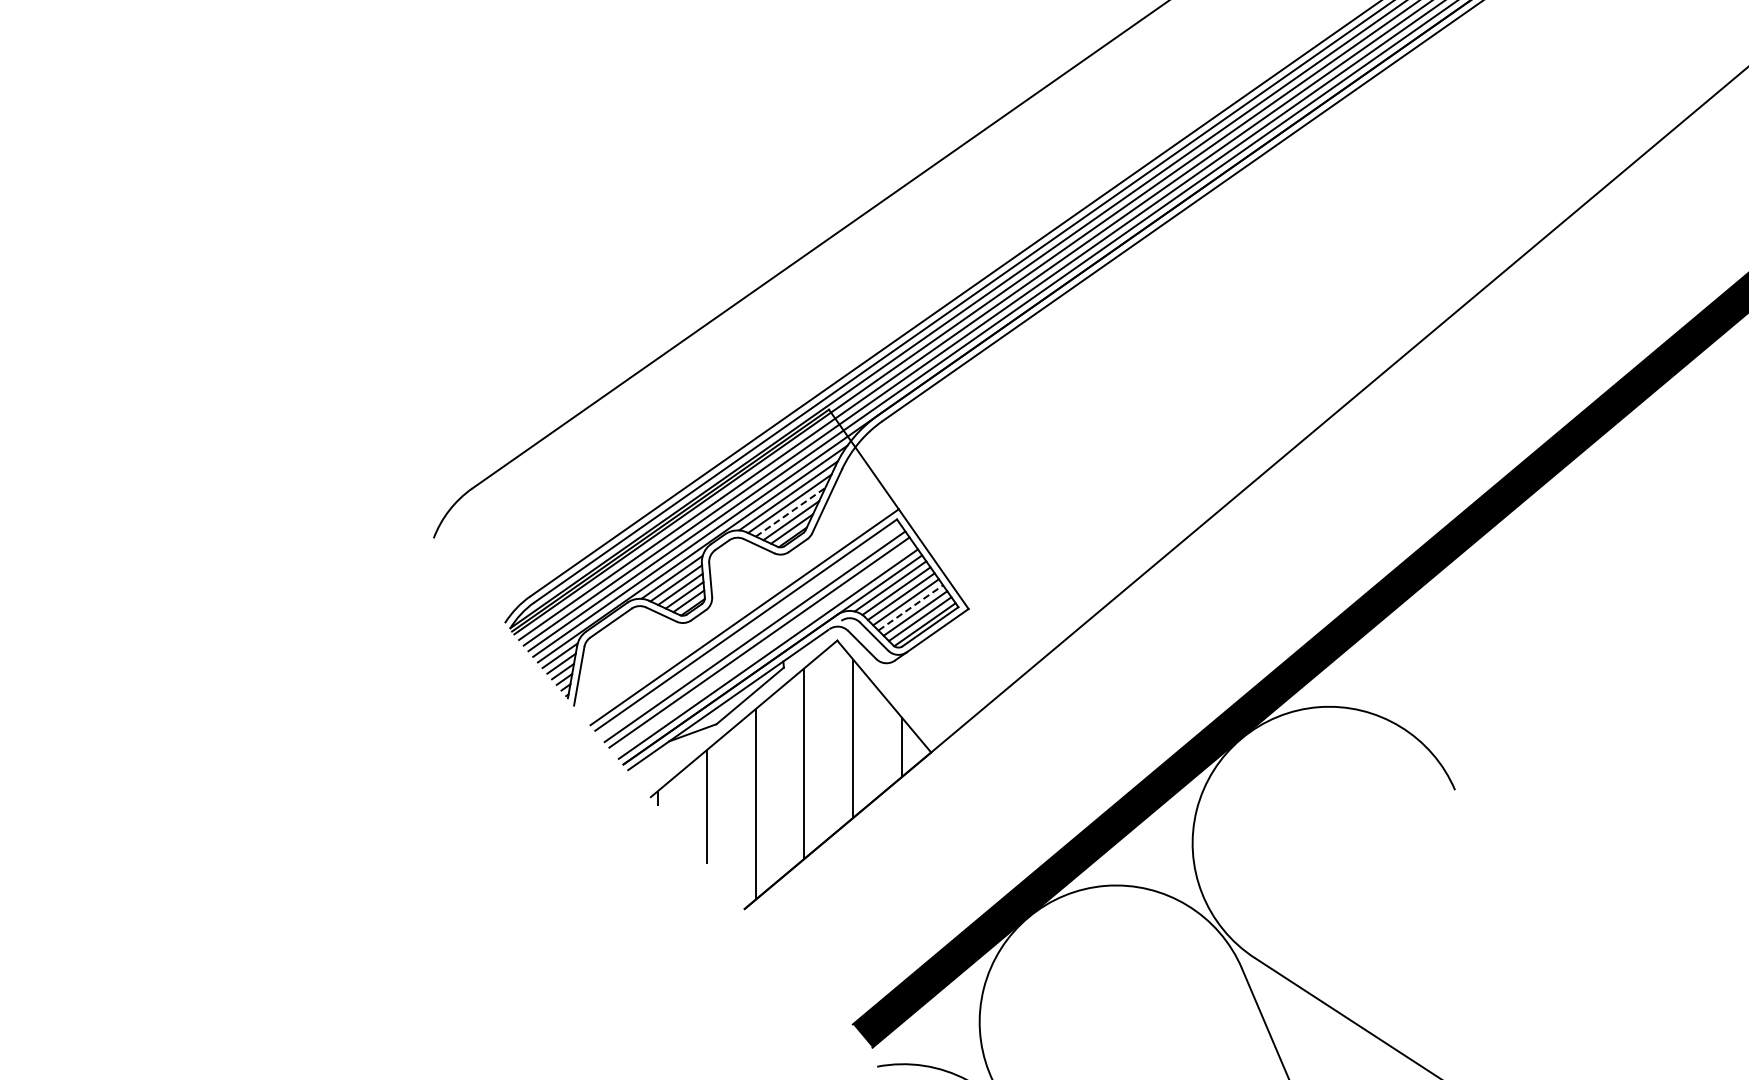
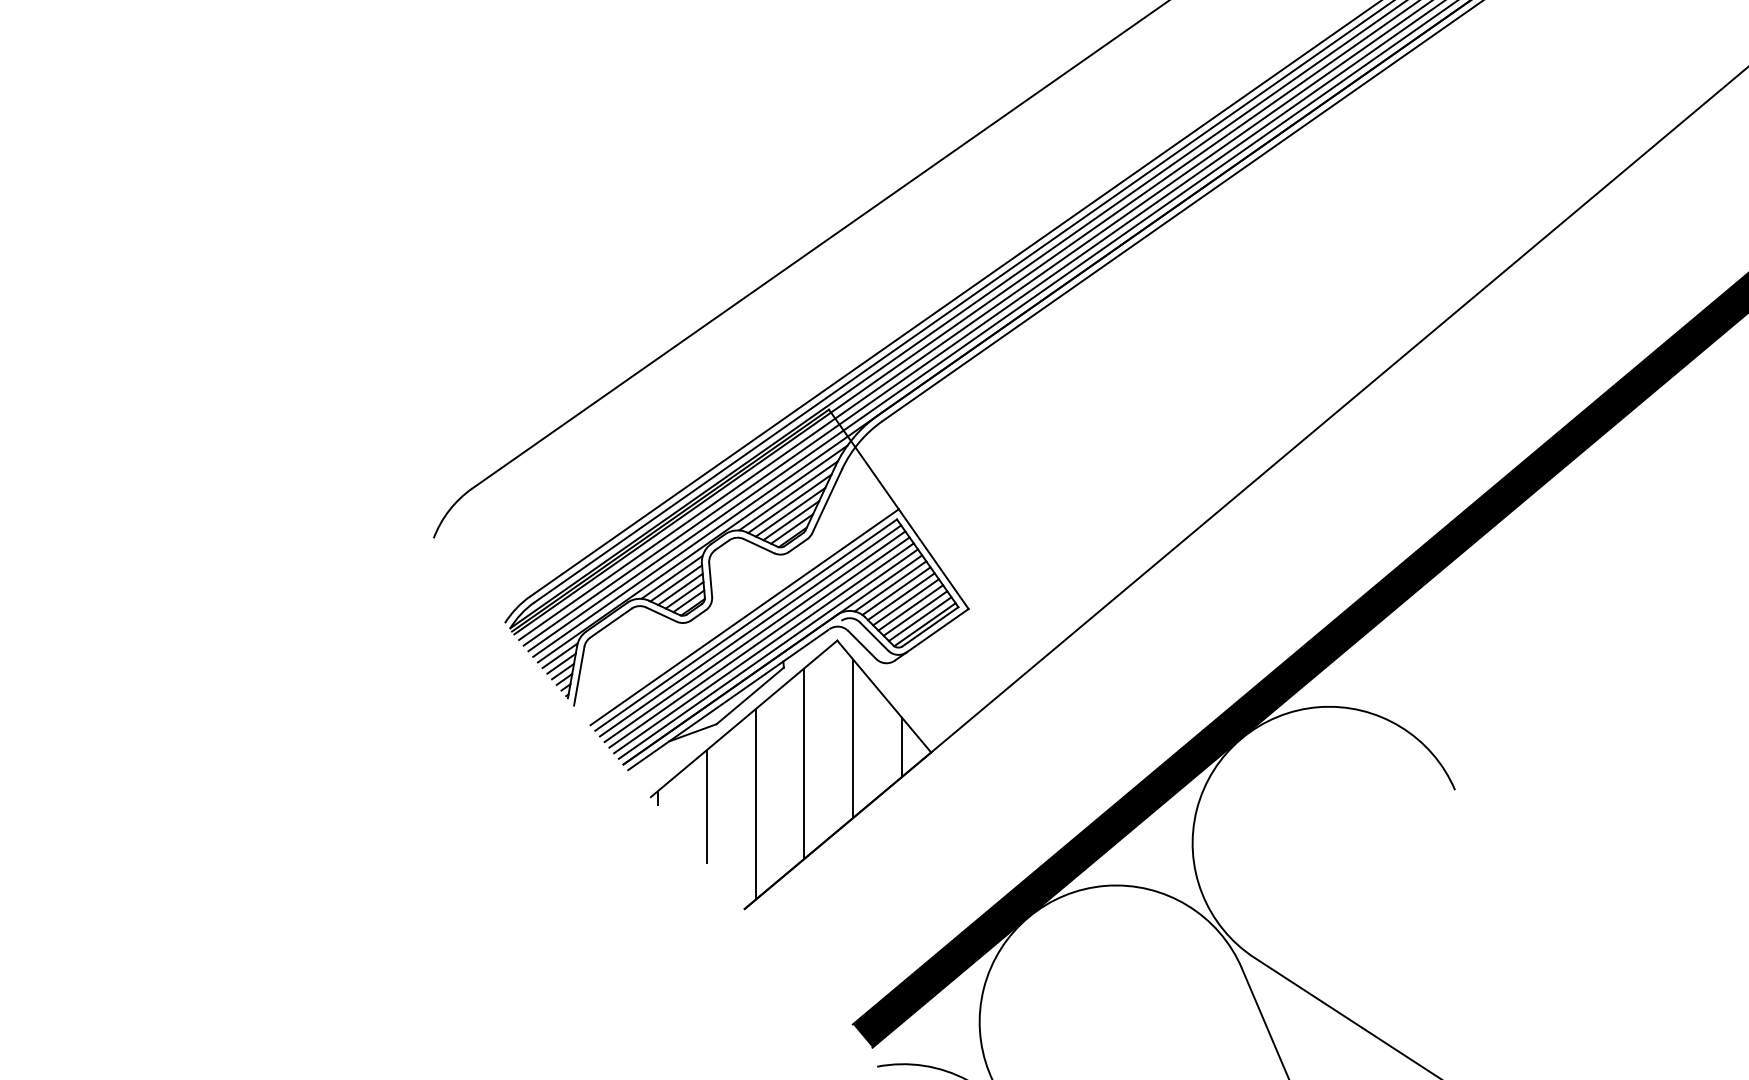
line at (791, 512): dashed -> solid
line at (911, 607): dashed -> solid
line at (750, 630): none -> present
line at (763, 648): none -> present
